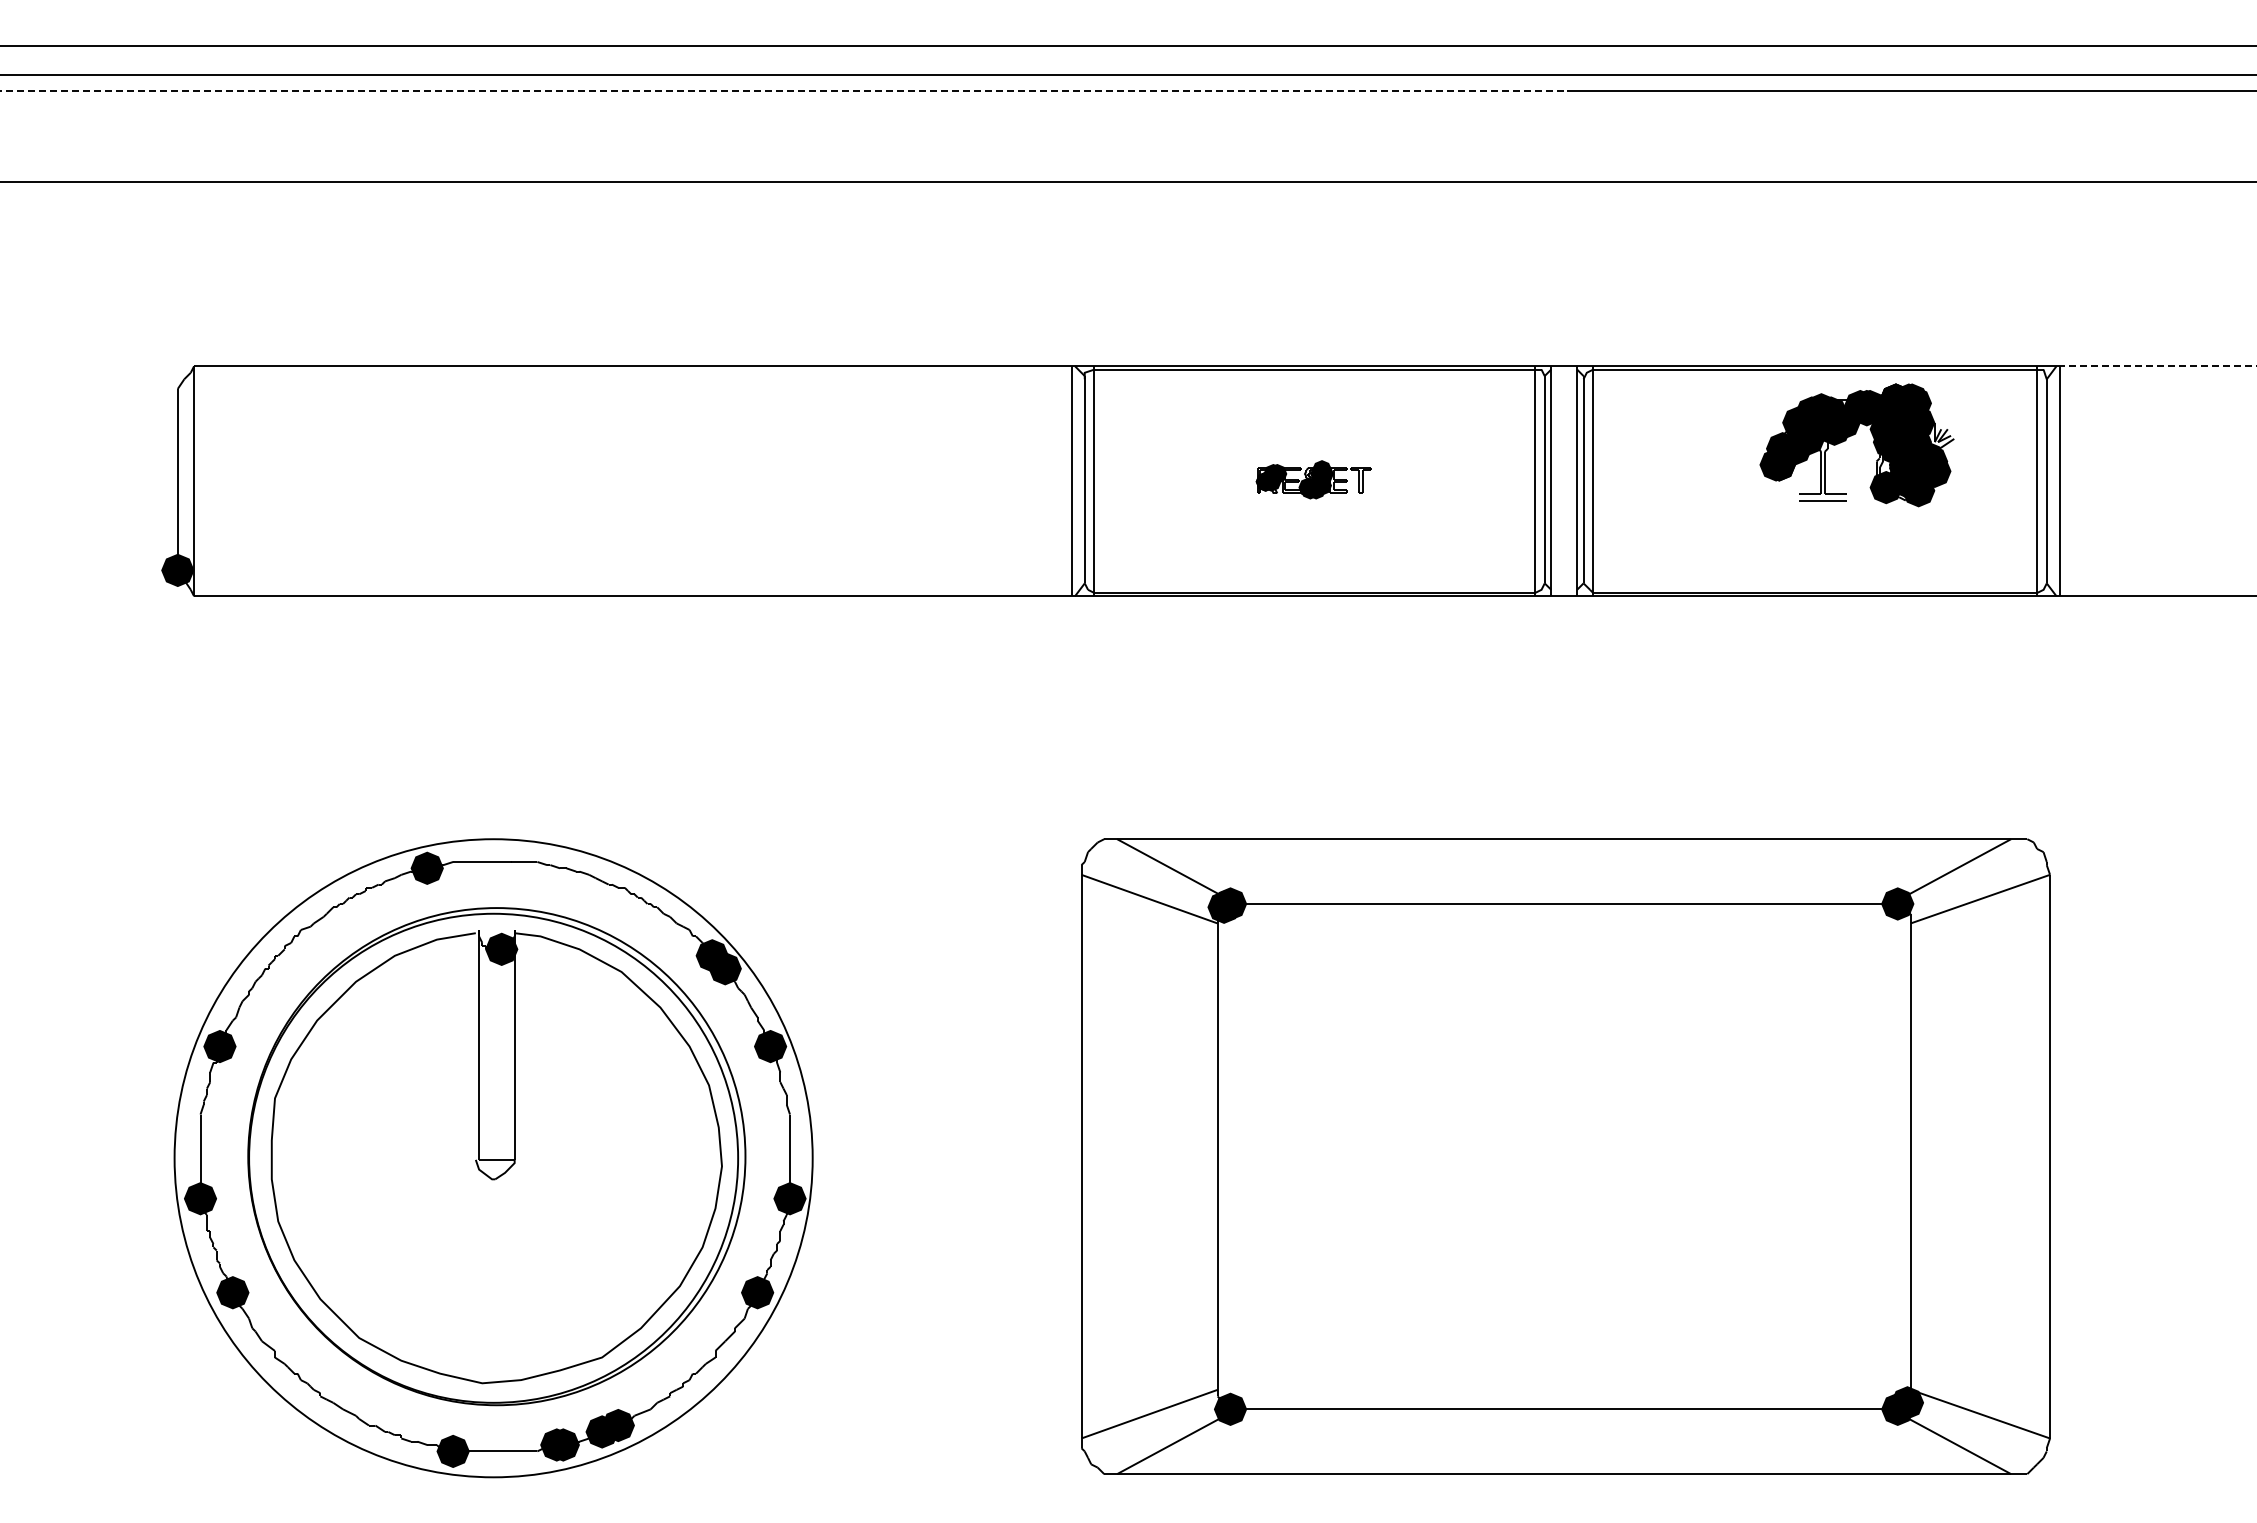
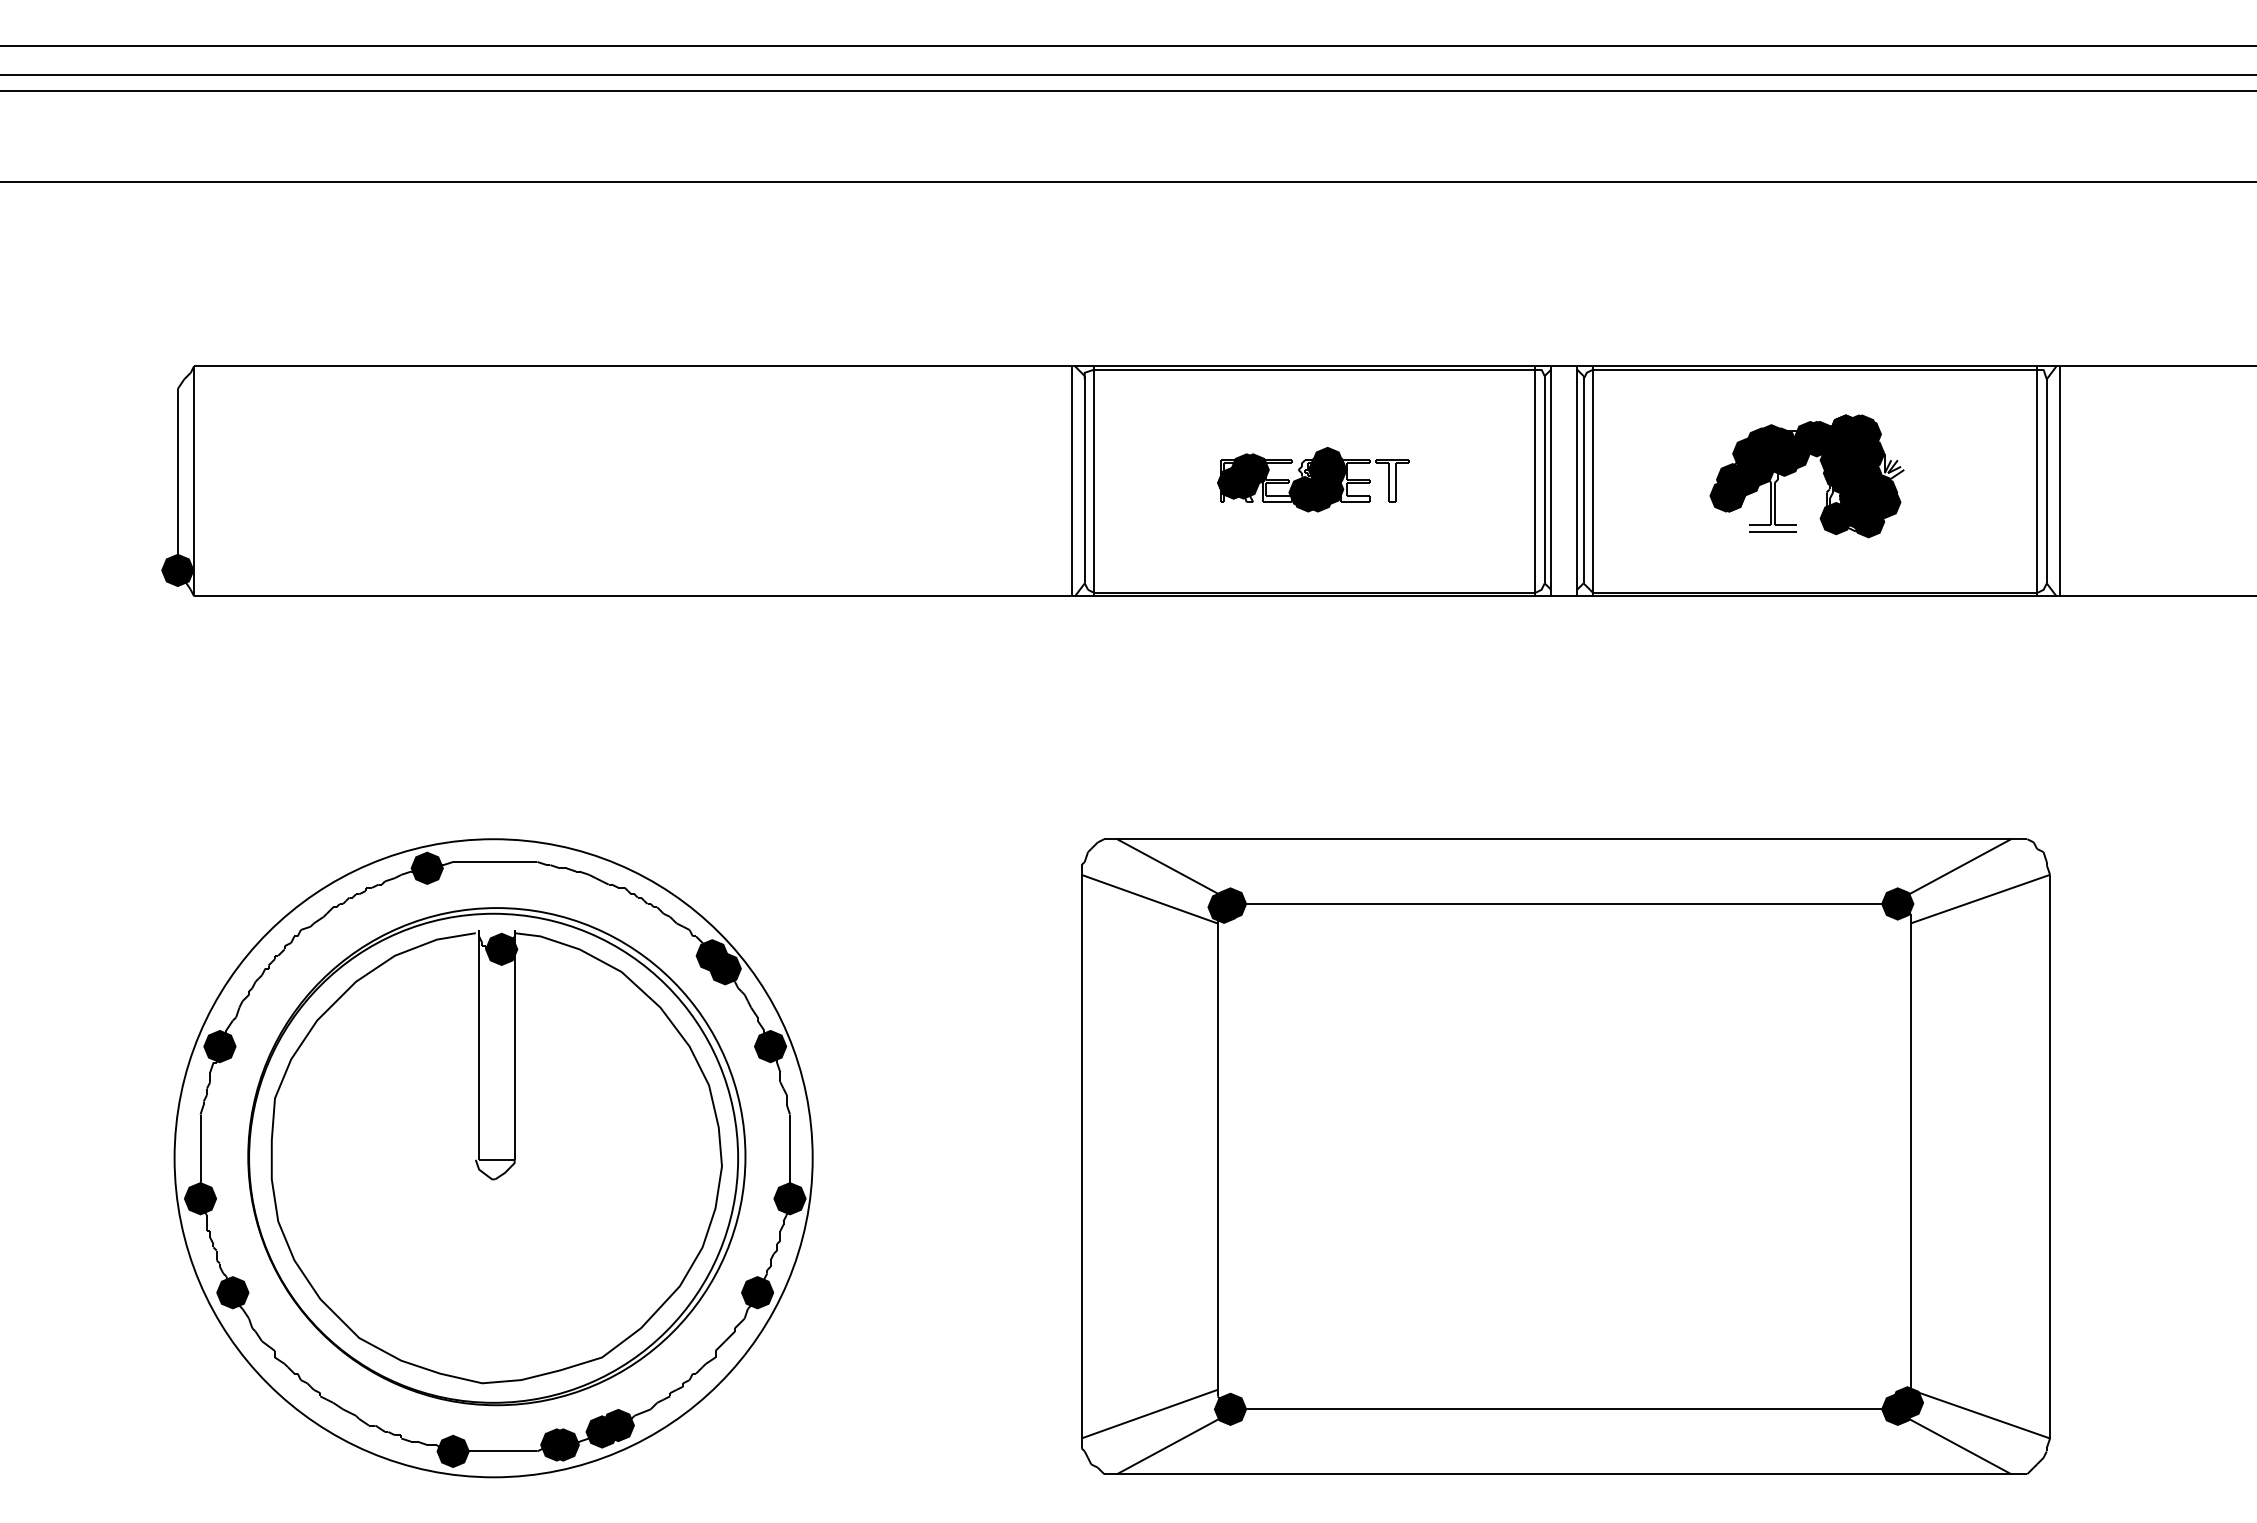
line at (784, 90): dashed -> solid
line at (2157, 366): dashed -> solid
part at (1854, 435) position: (1854, 435) -> (1804, 466)
part at (1313, 479) size: 117x40 px -> 193x66 px
